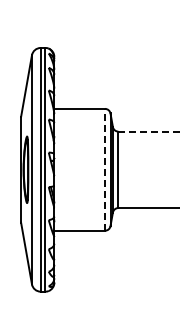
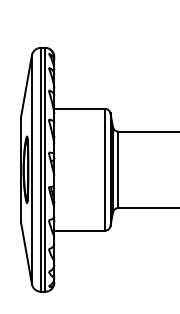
line at (149, 131): dashed -> solid
line at (105, 169): dashed -> solid
